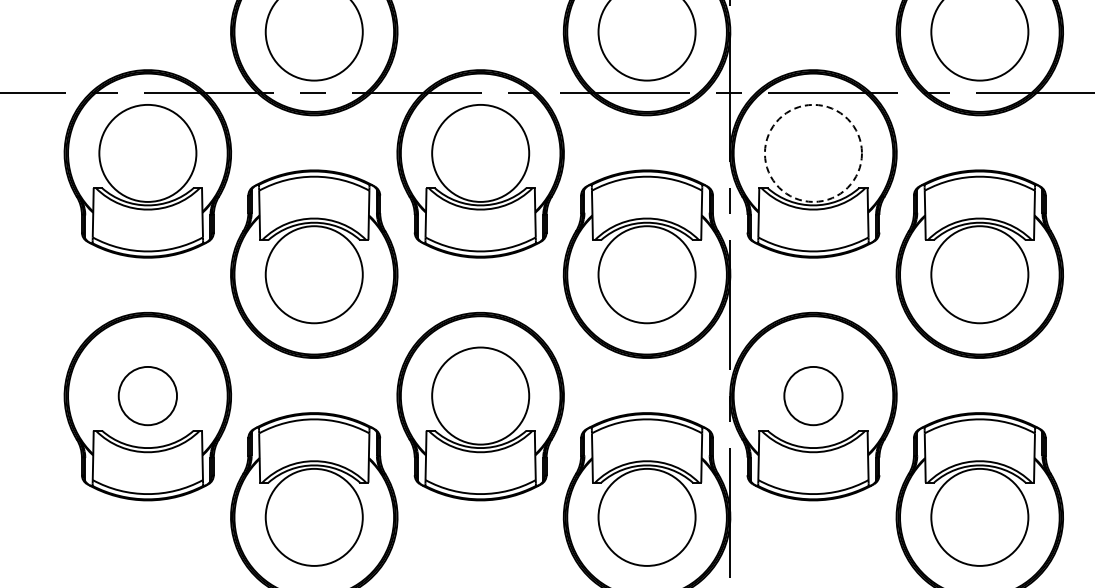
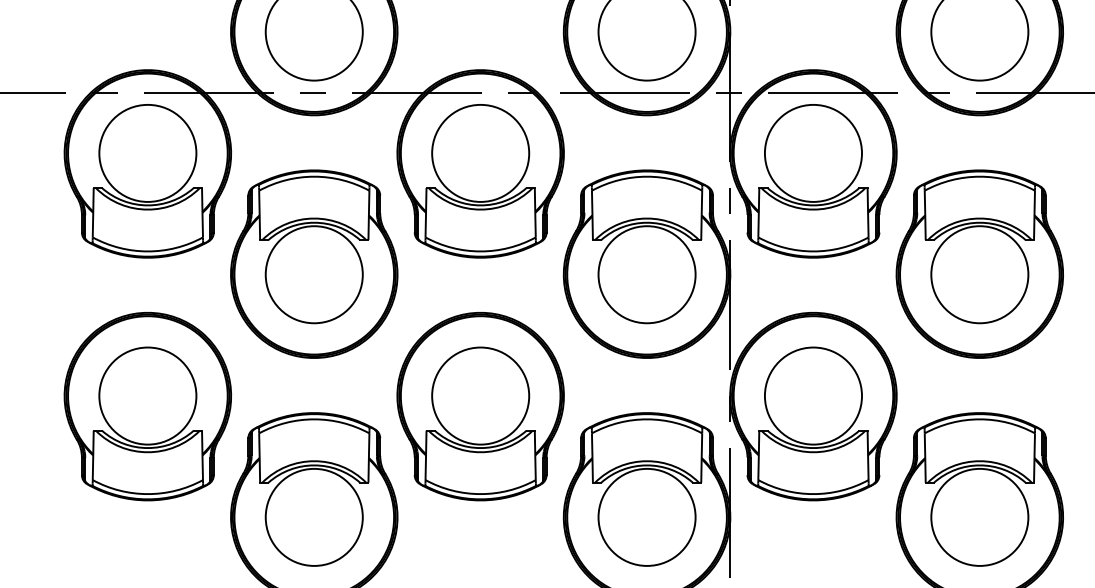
circle at (812, 152): dashed -> solid
circle at (147, 395) diameter: 58 px -> 97 px
circle at (813, 395) diameter: 58 px -> 97 px
